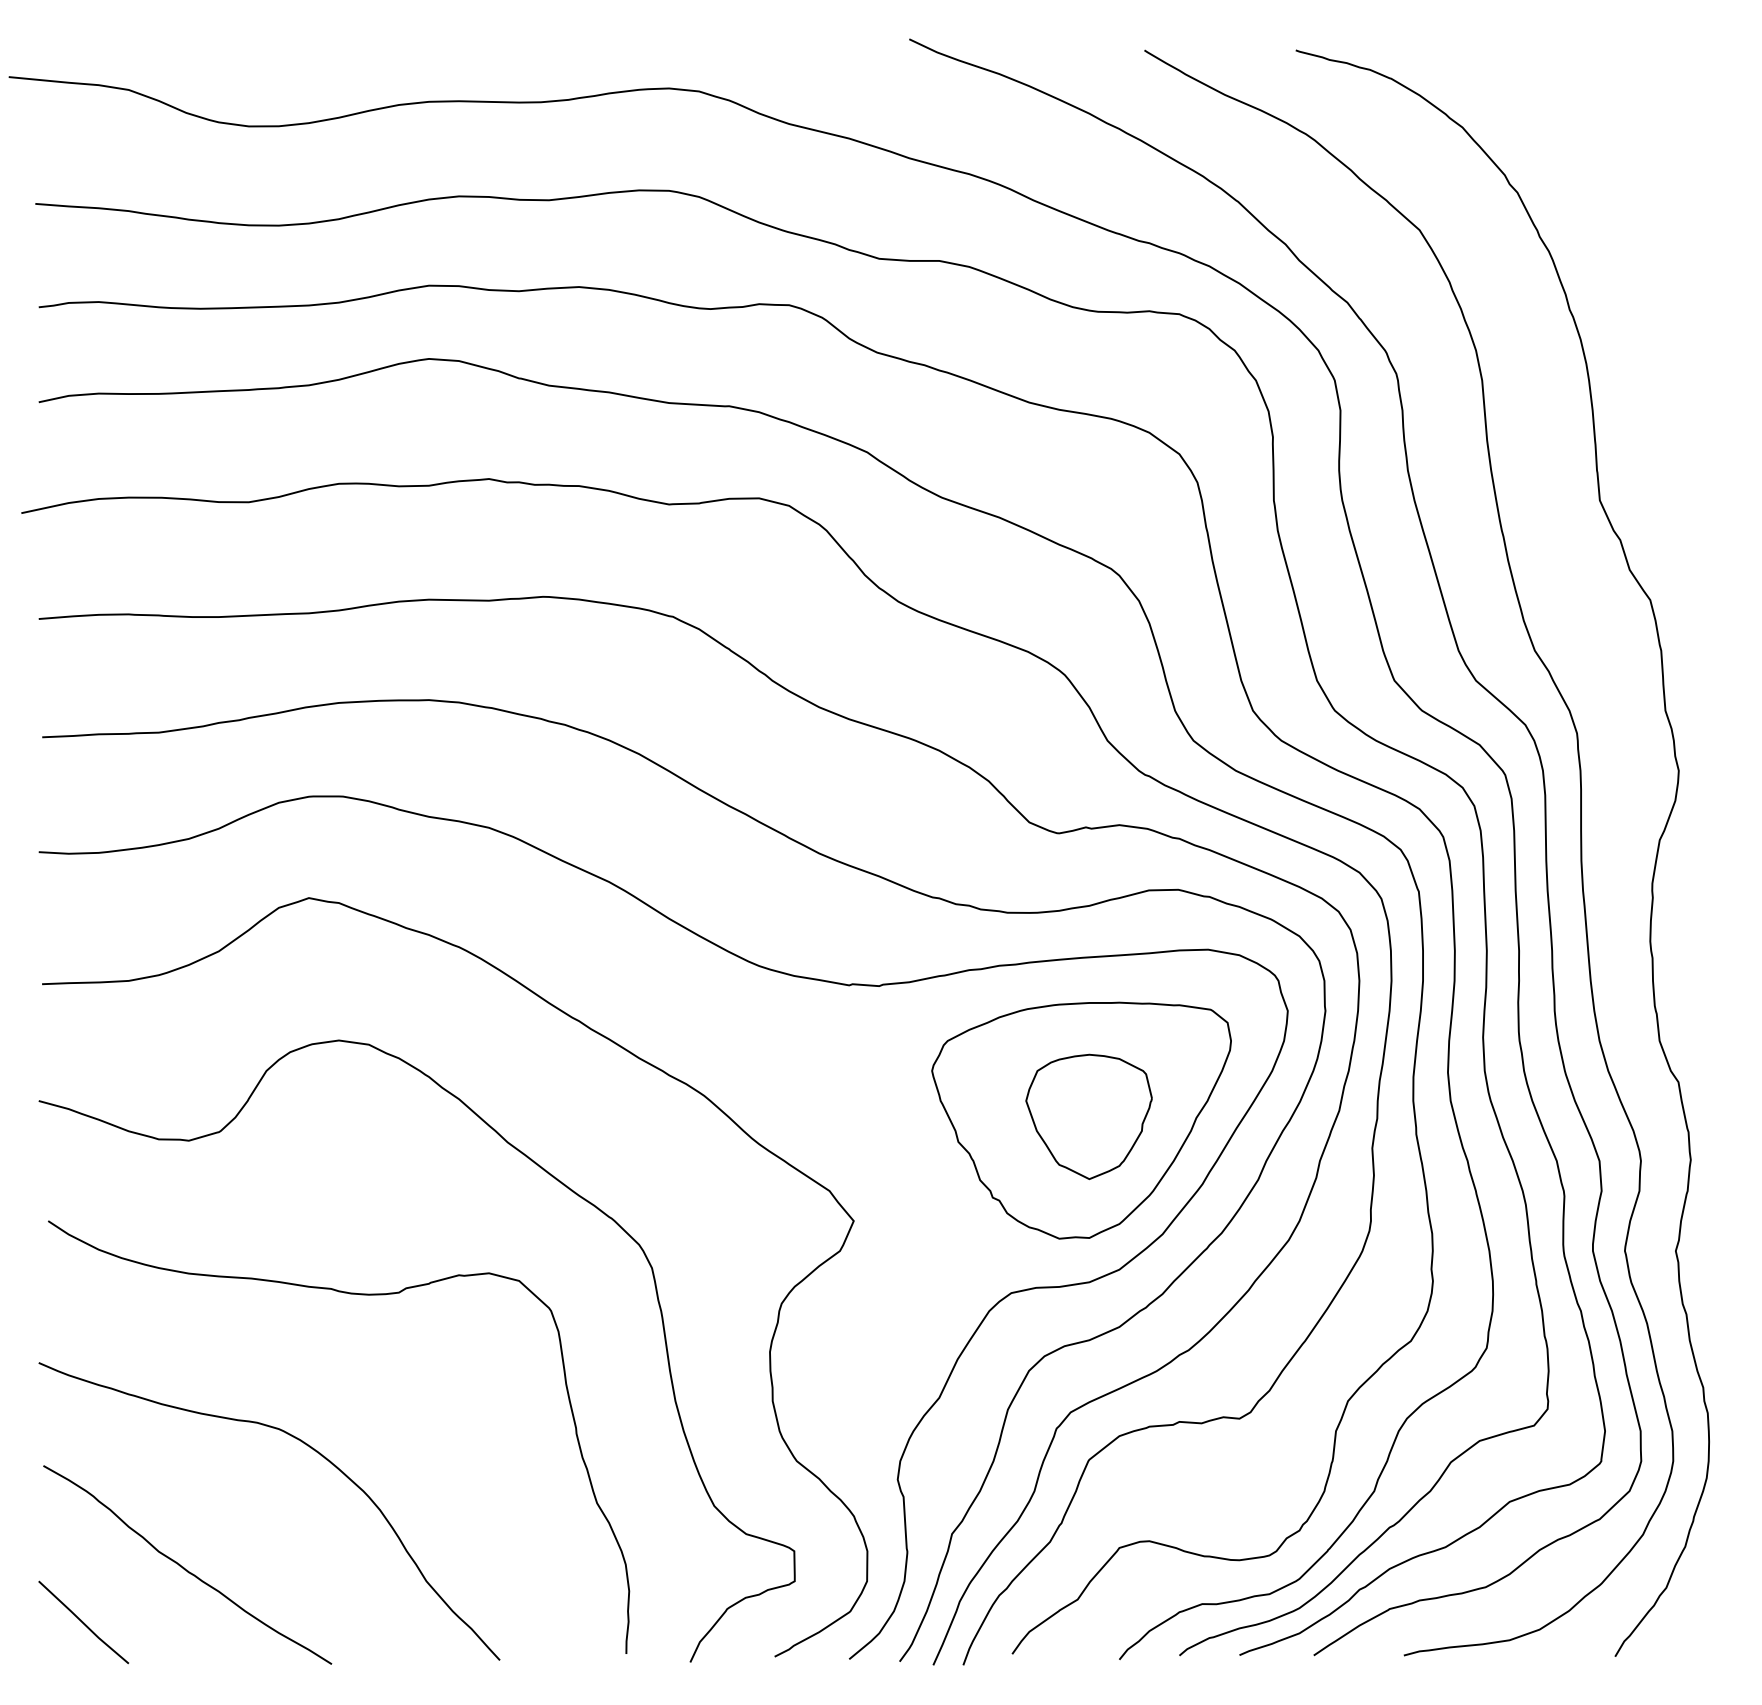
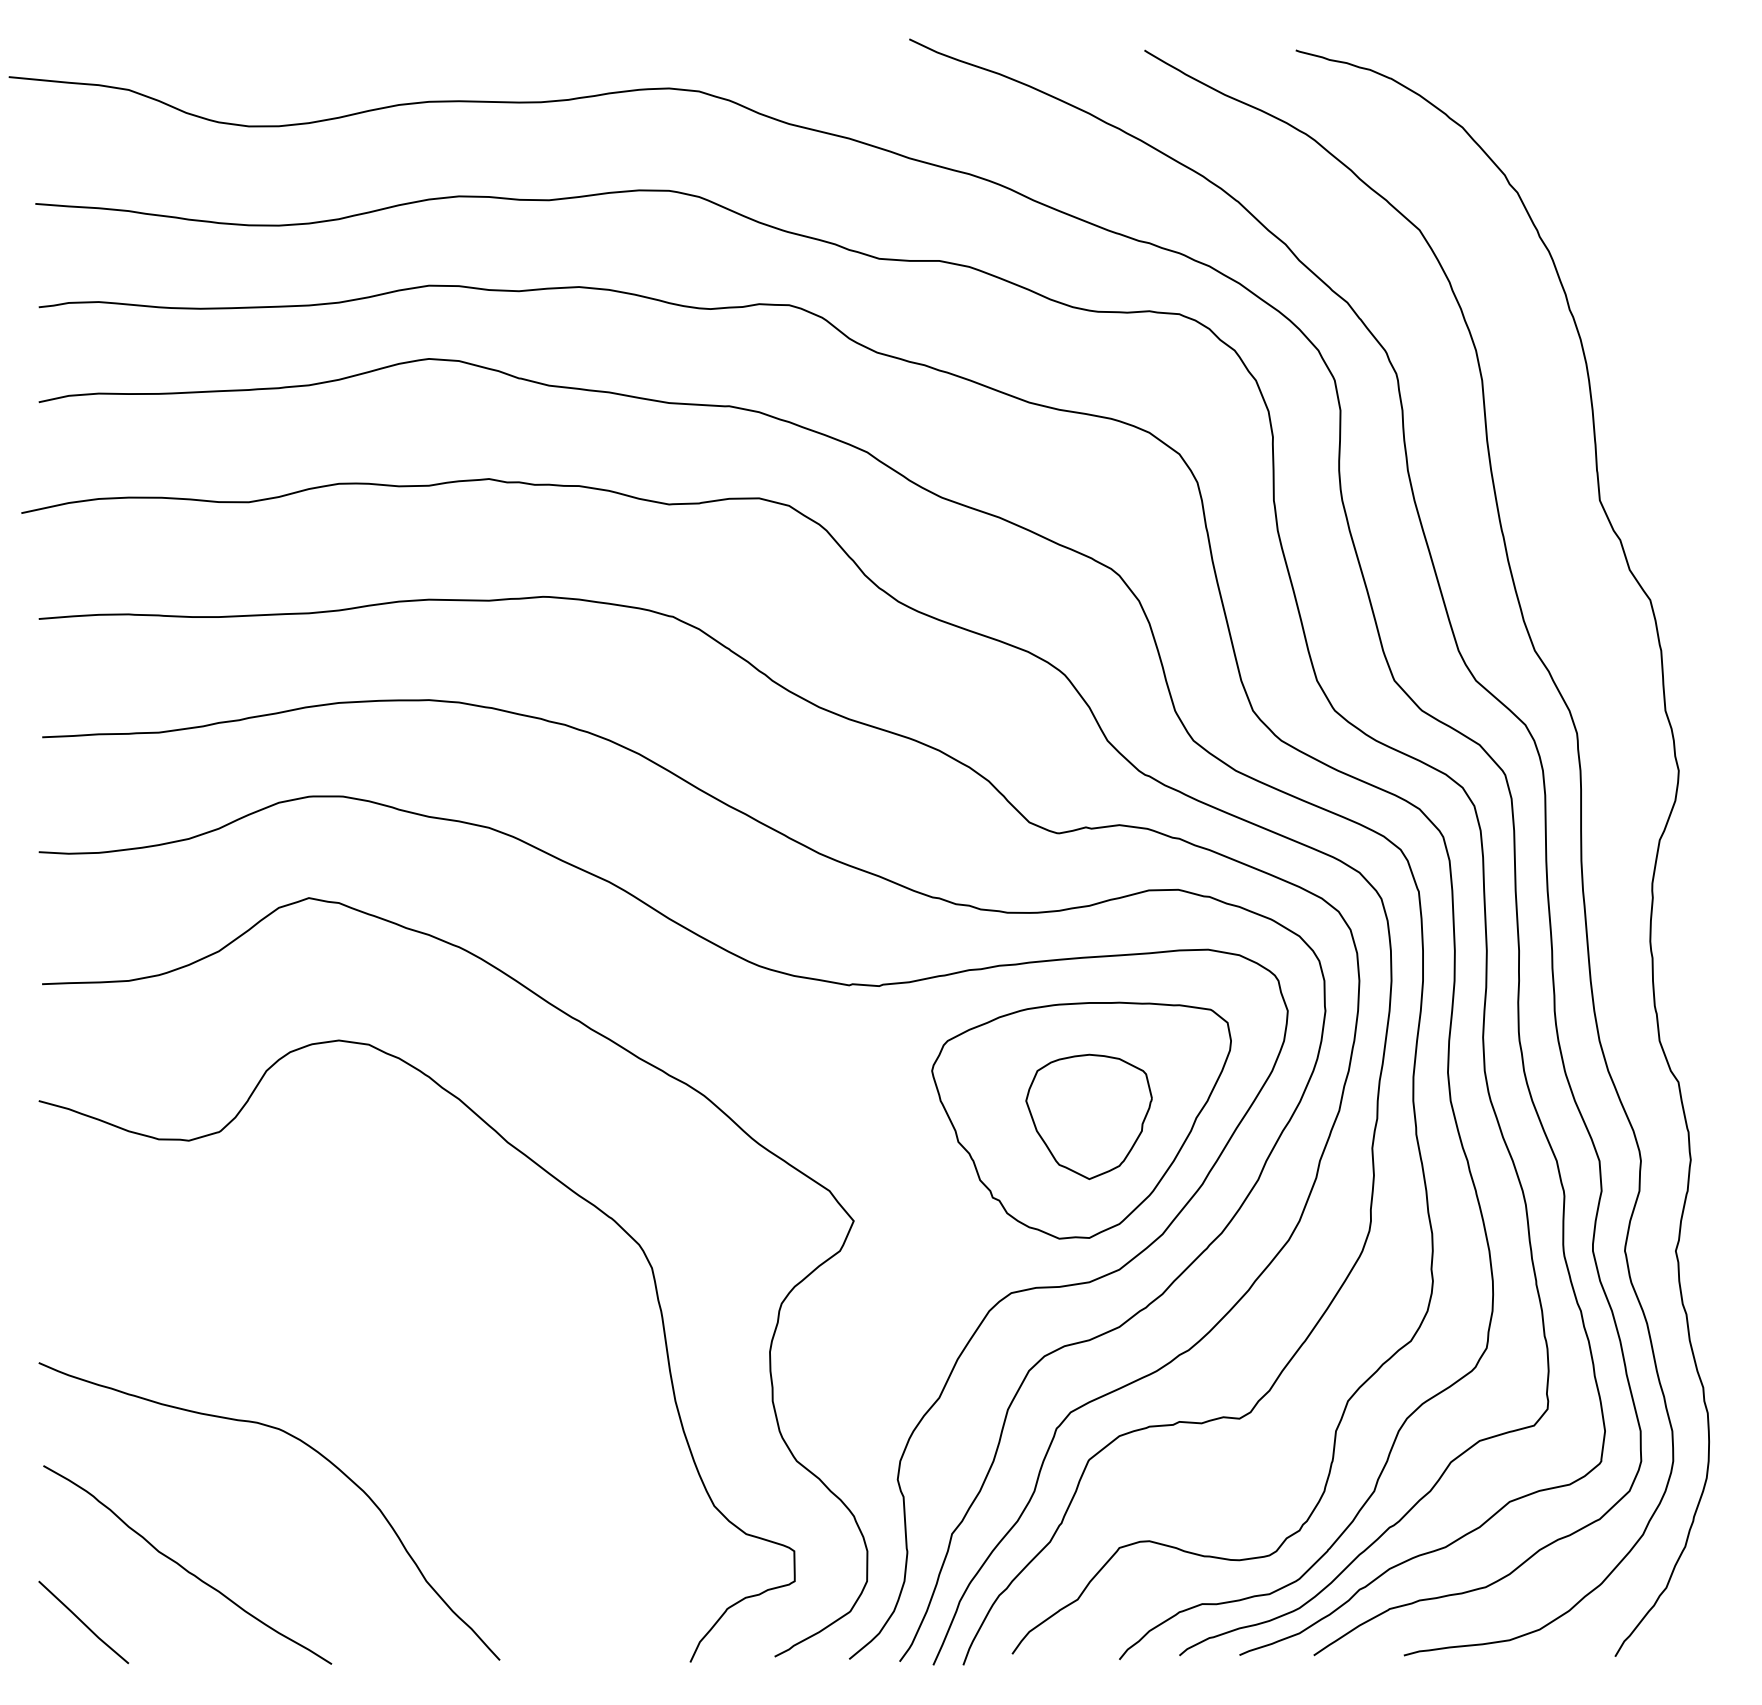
curve at (349, 1294): present -> none
